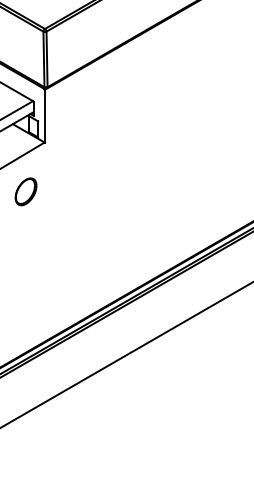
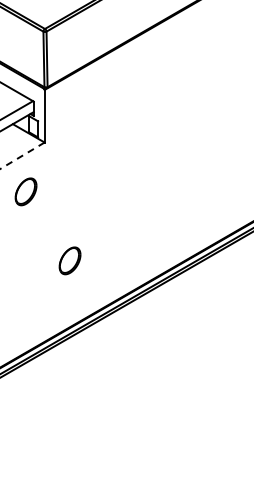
line at (22, 155): solid -> dashed
part at (69, 260): none -> present
line at (126, 354): present -> none
